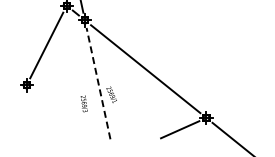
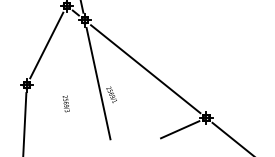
line at (98, 83): dashed -> solid
text at (83, 103) position: (83, 103) -> (65, 103)
line at (24, 123): none -> present
